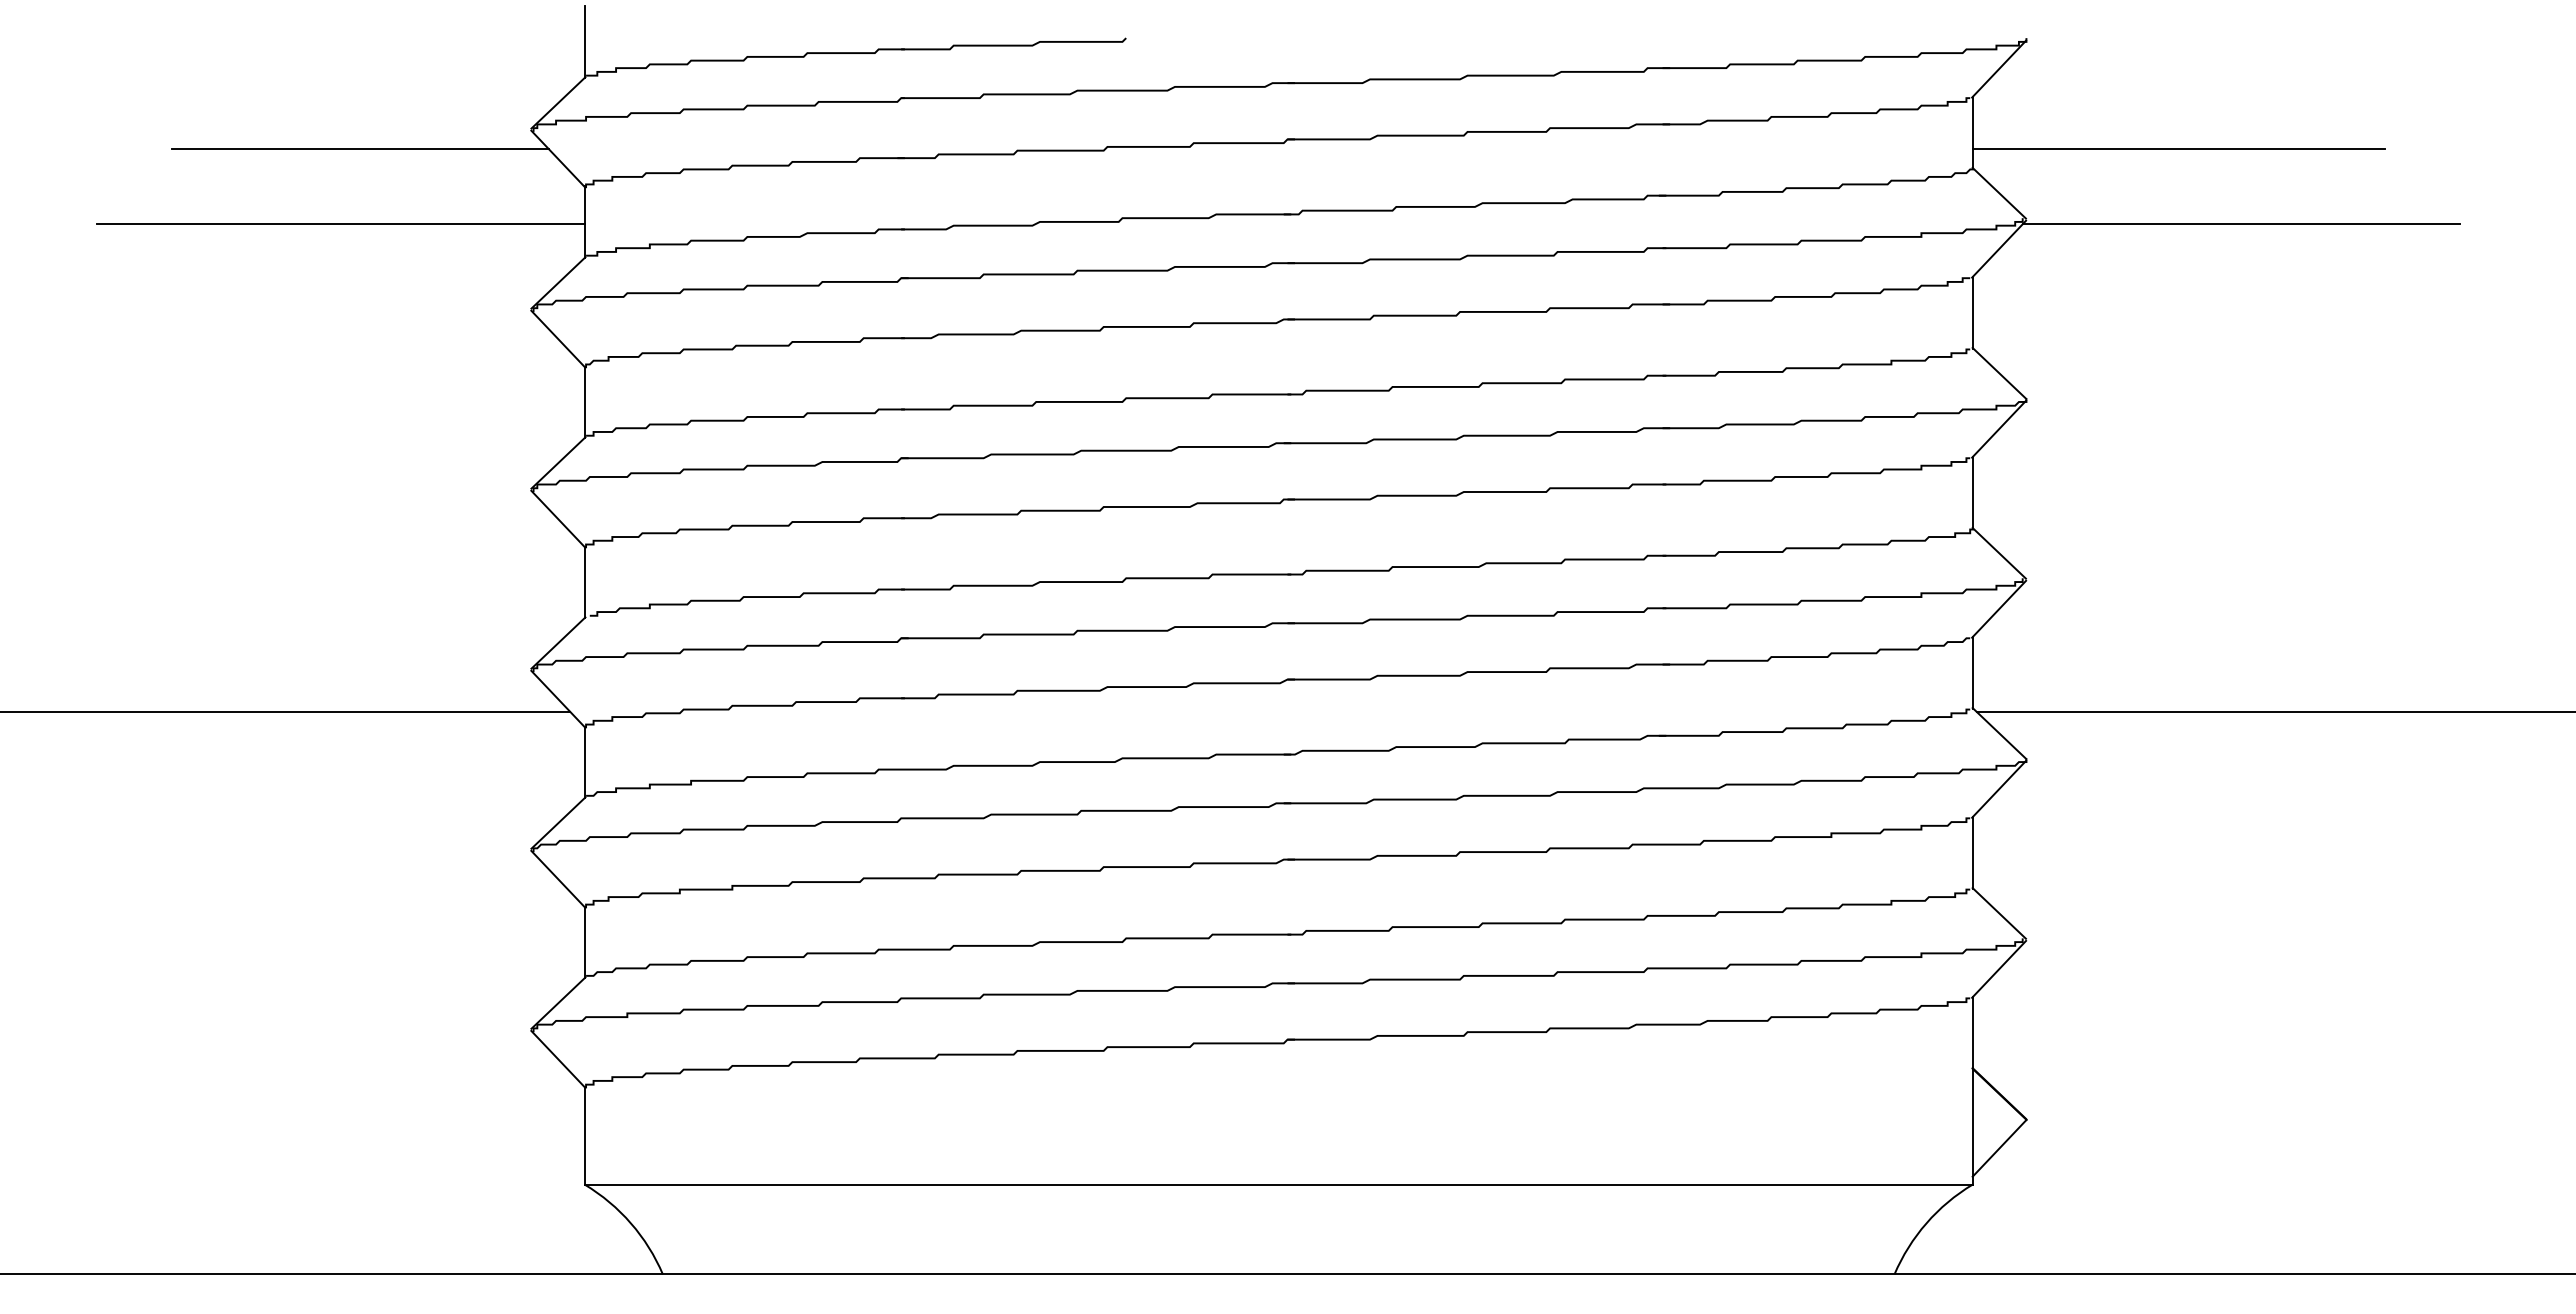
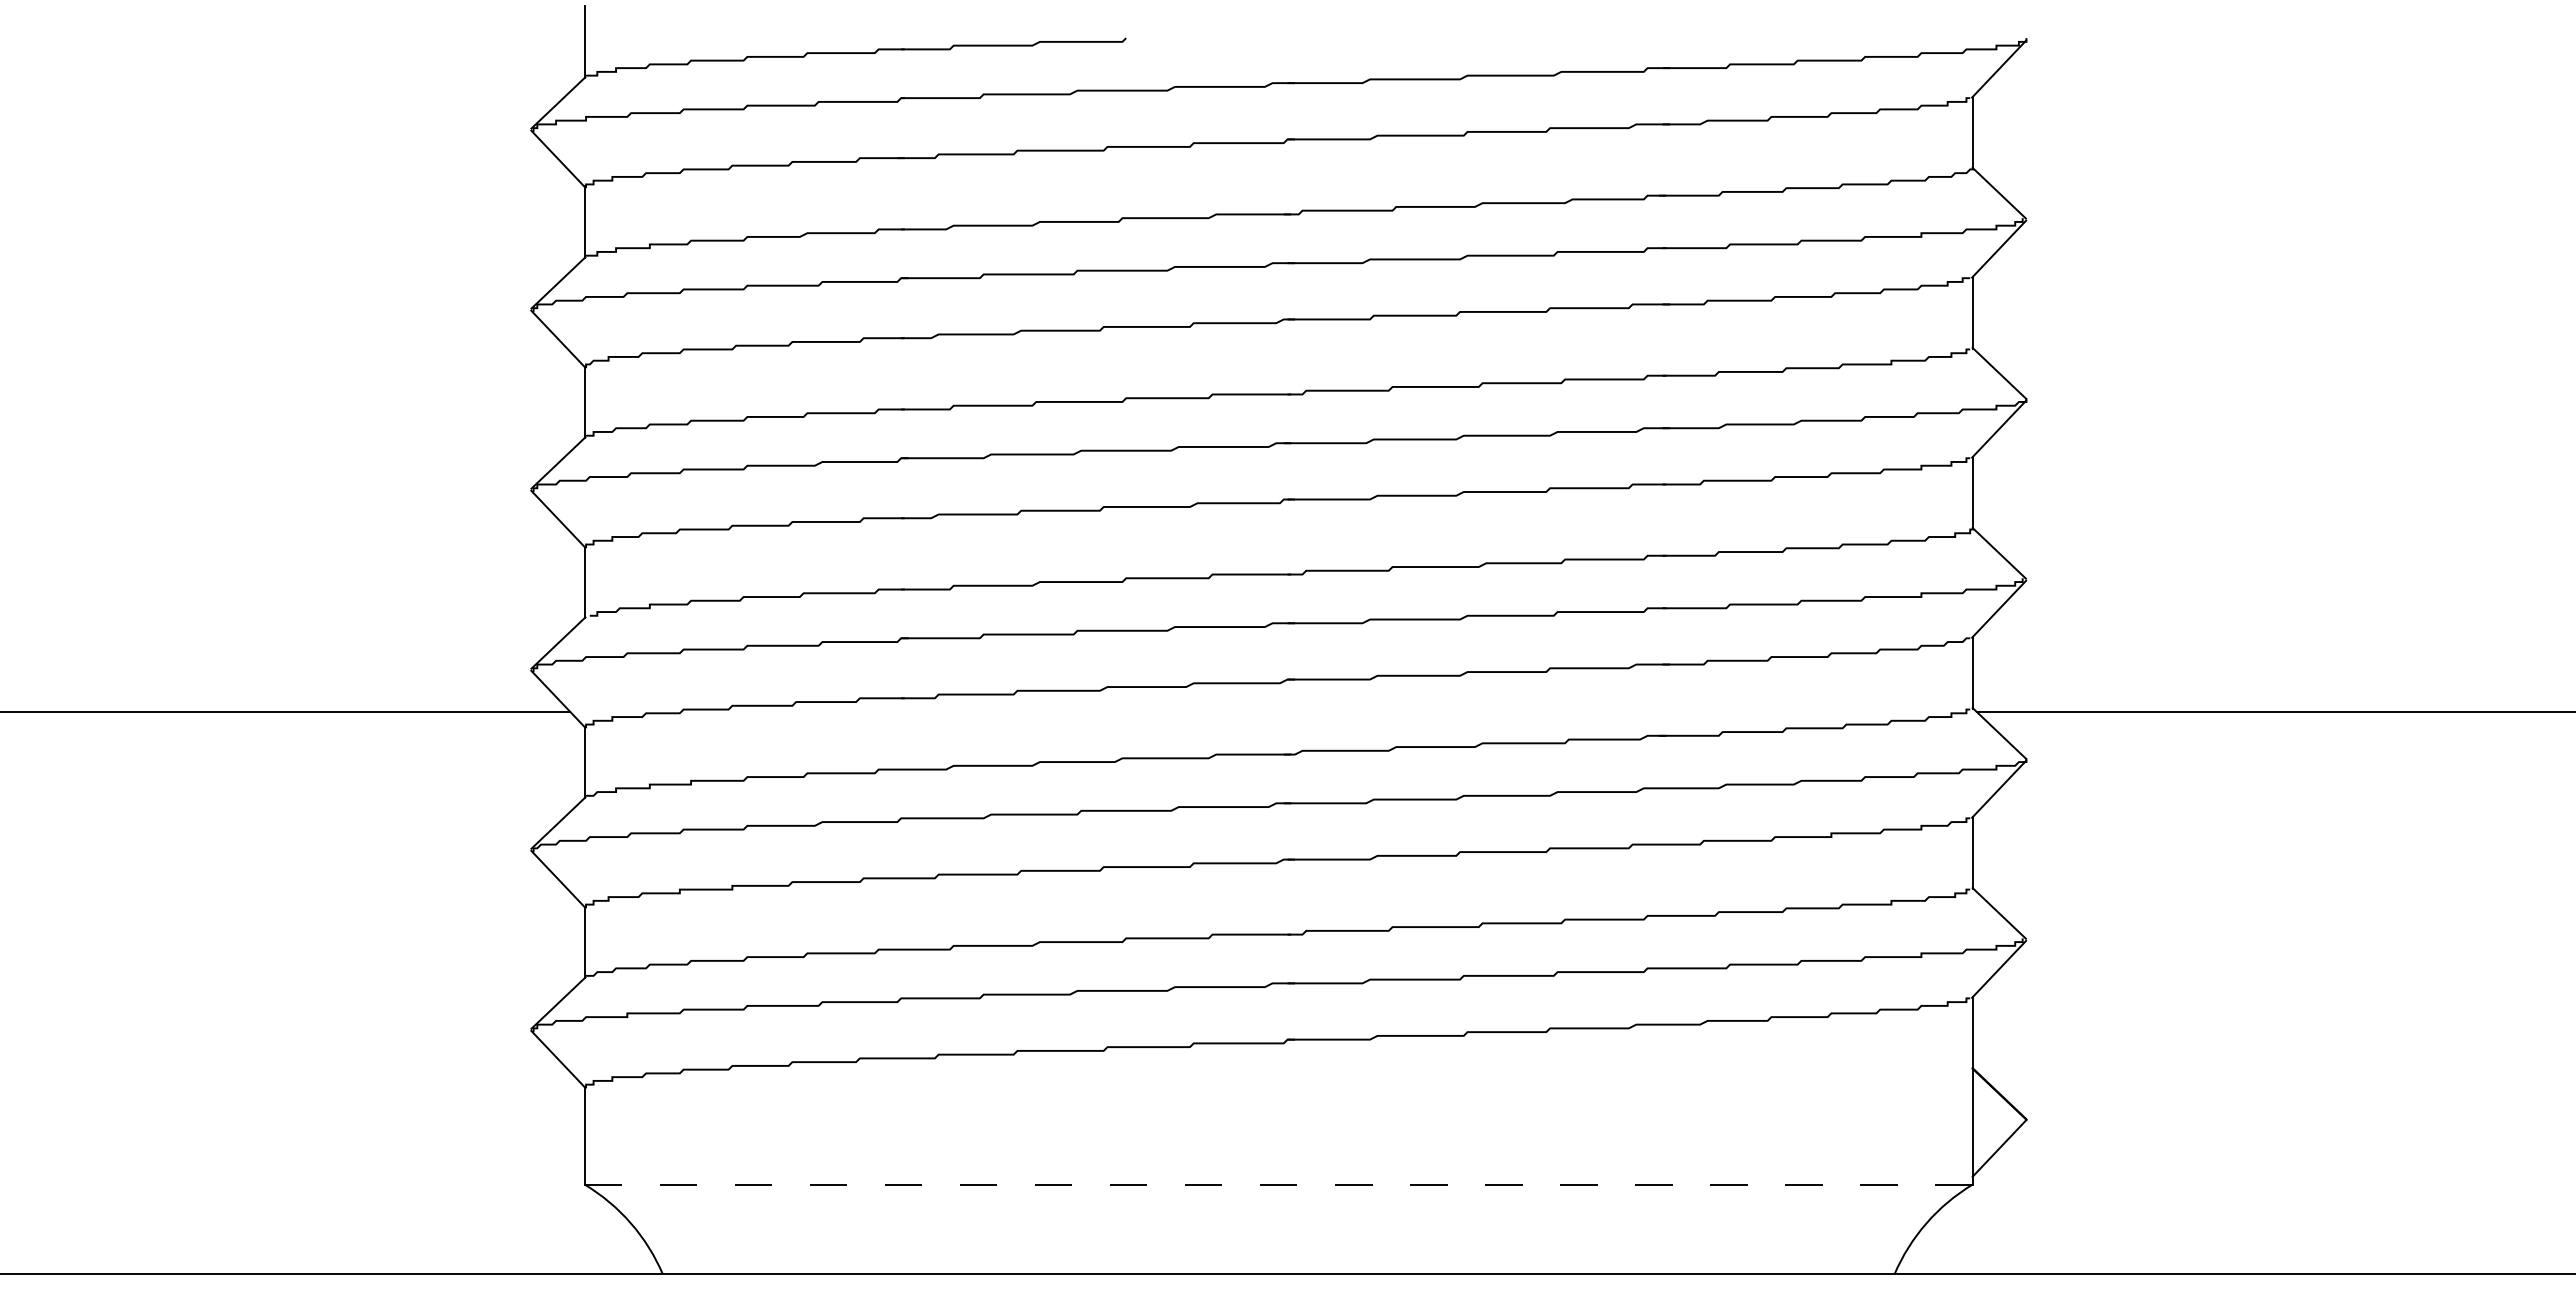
line at (359, 149): present -> none
line at (2178, 149): present -> none
line at (340, 224): present -> none
line at (2241, 224): present -> none
line at (1278, 1184): solid -> dashed
